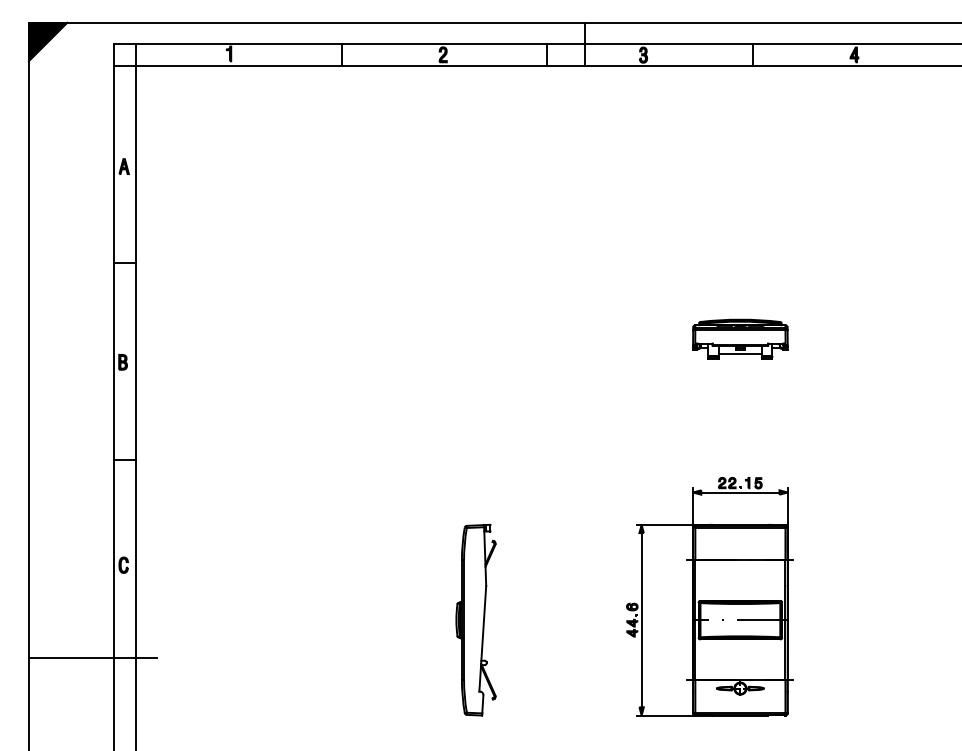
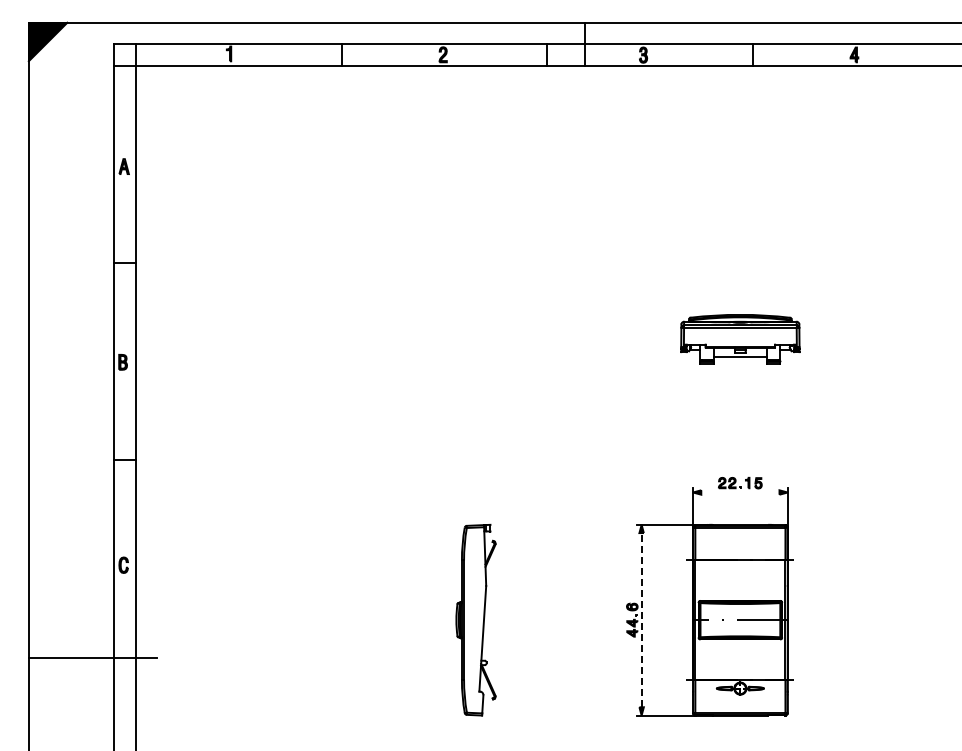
part at (740, 338) size: 97x42 px -> 121x51 px
line at (740, 492): present -> none
line at (641, 619): solid -> dashed
